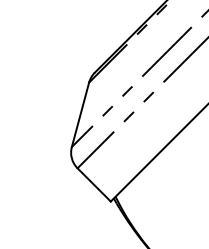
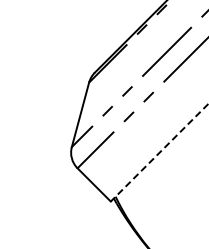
line at (159, 152): solid -> dashed
